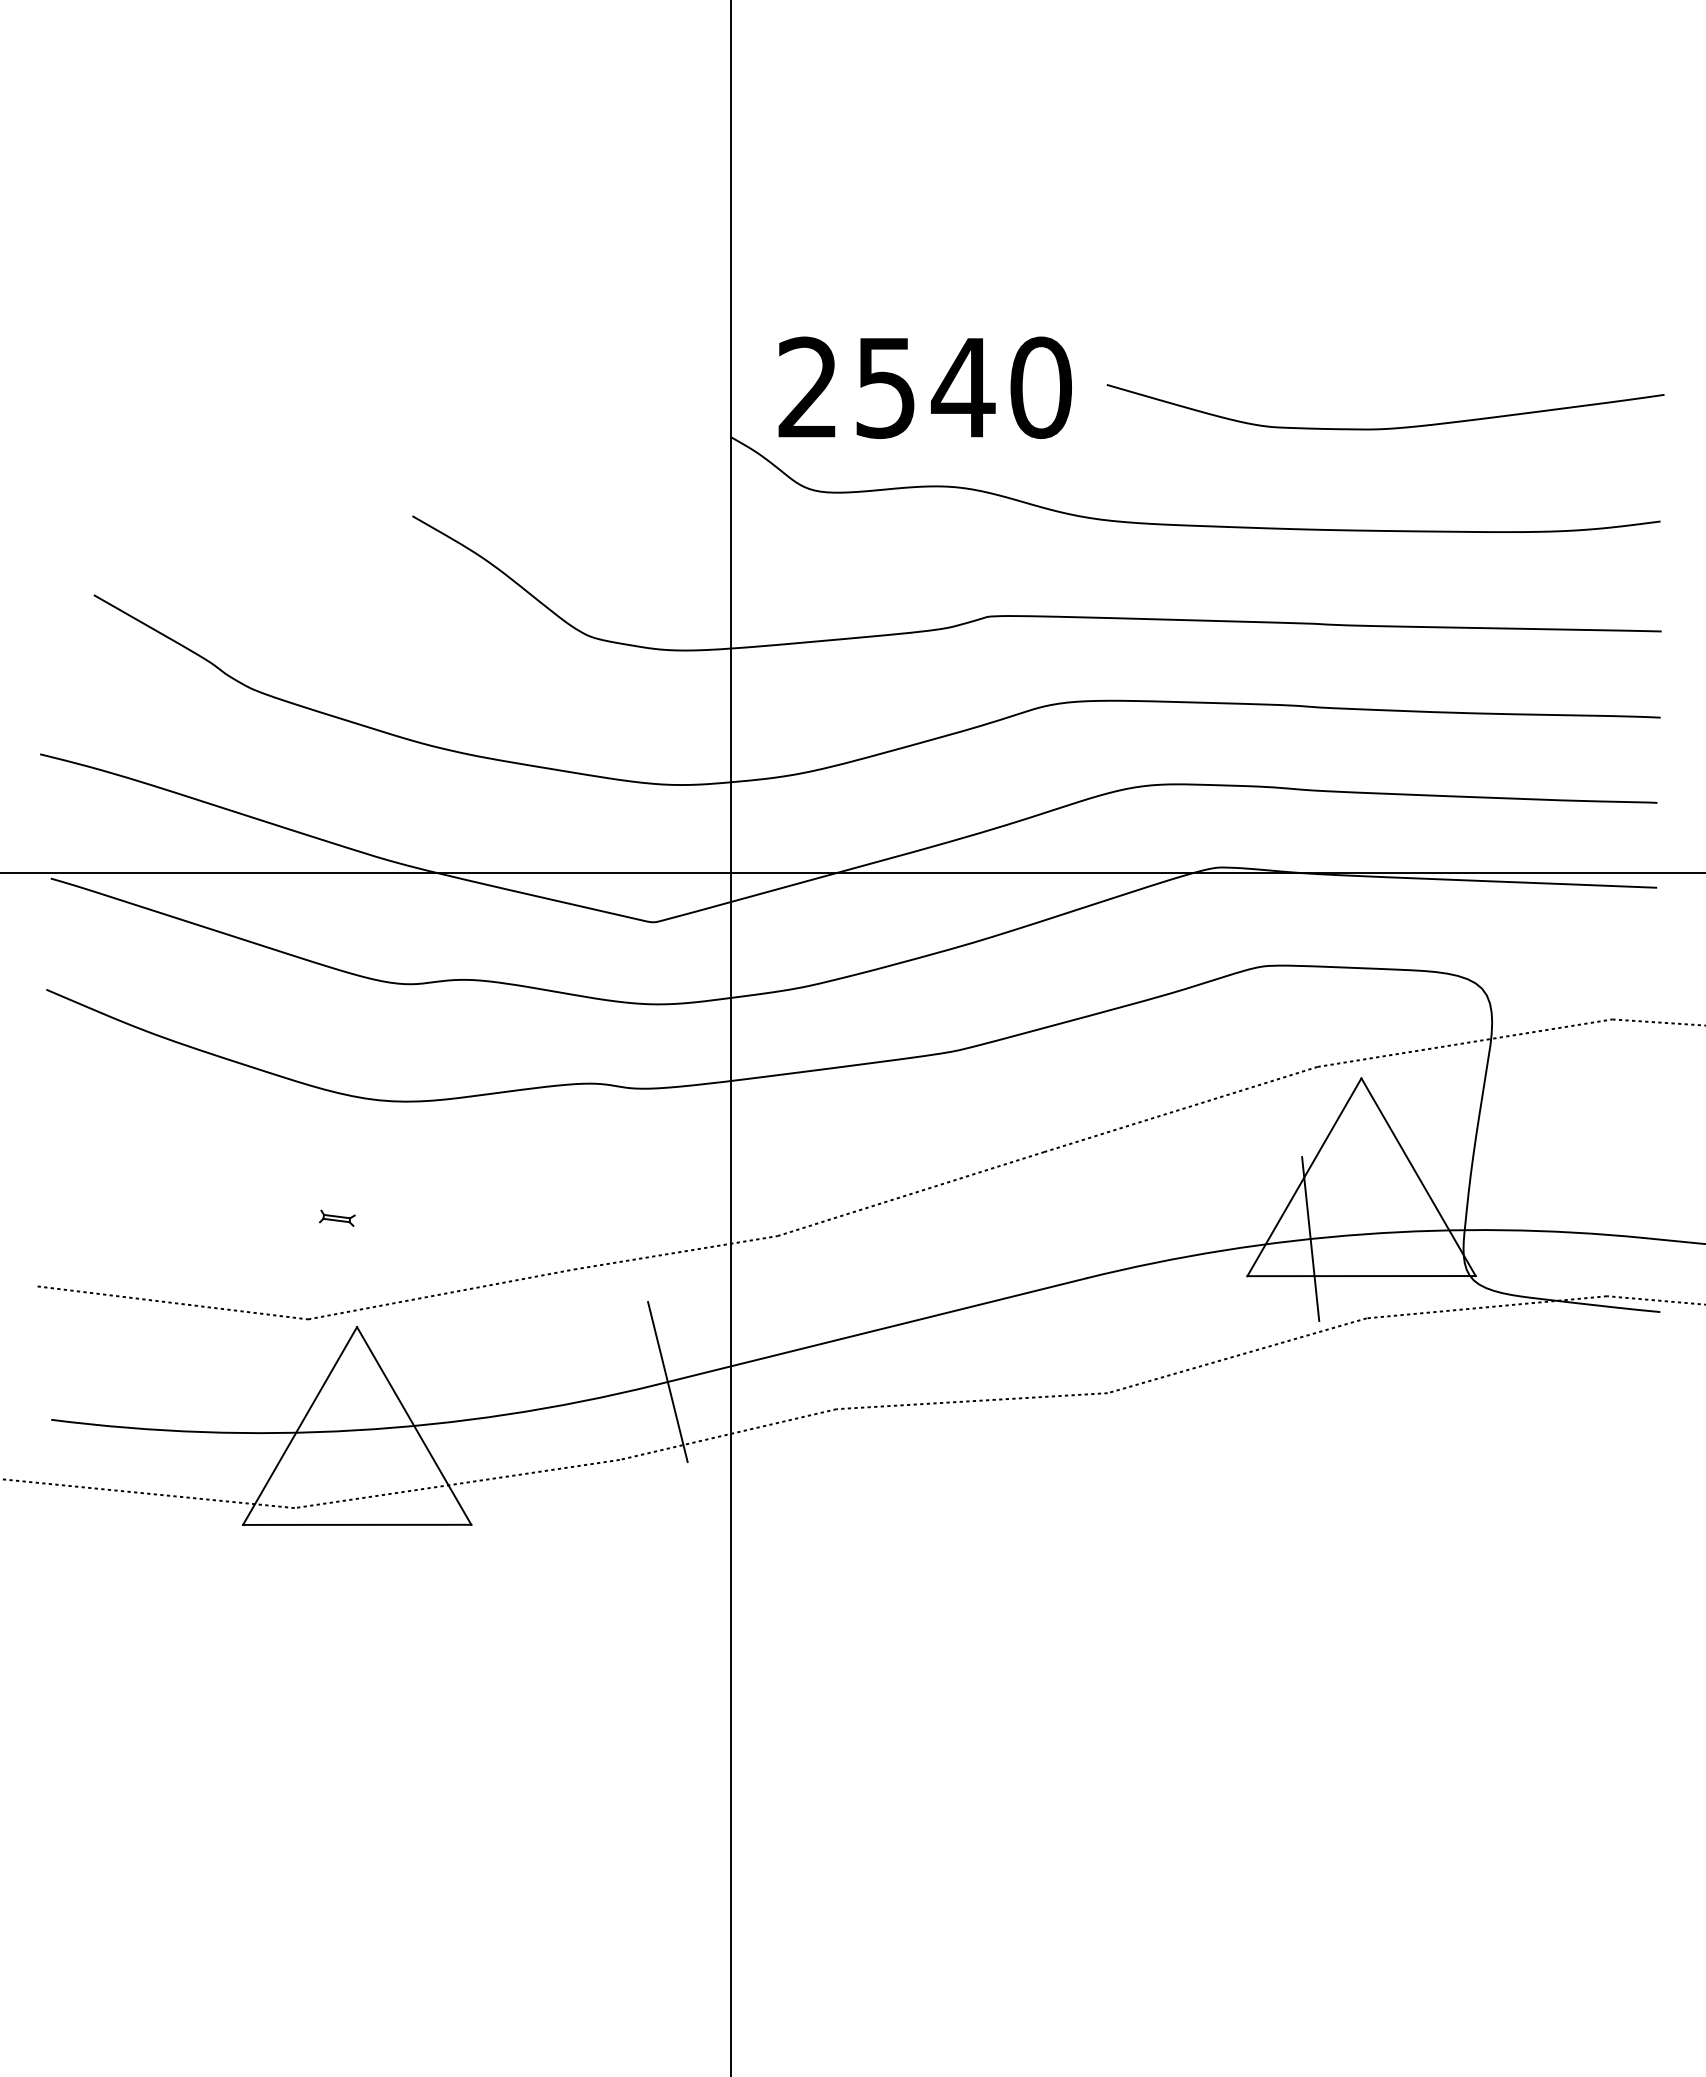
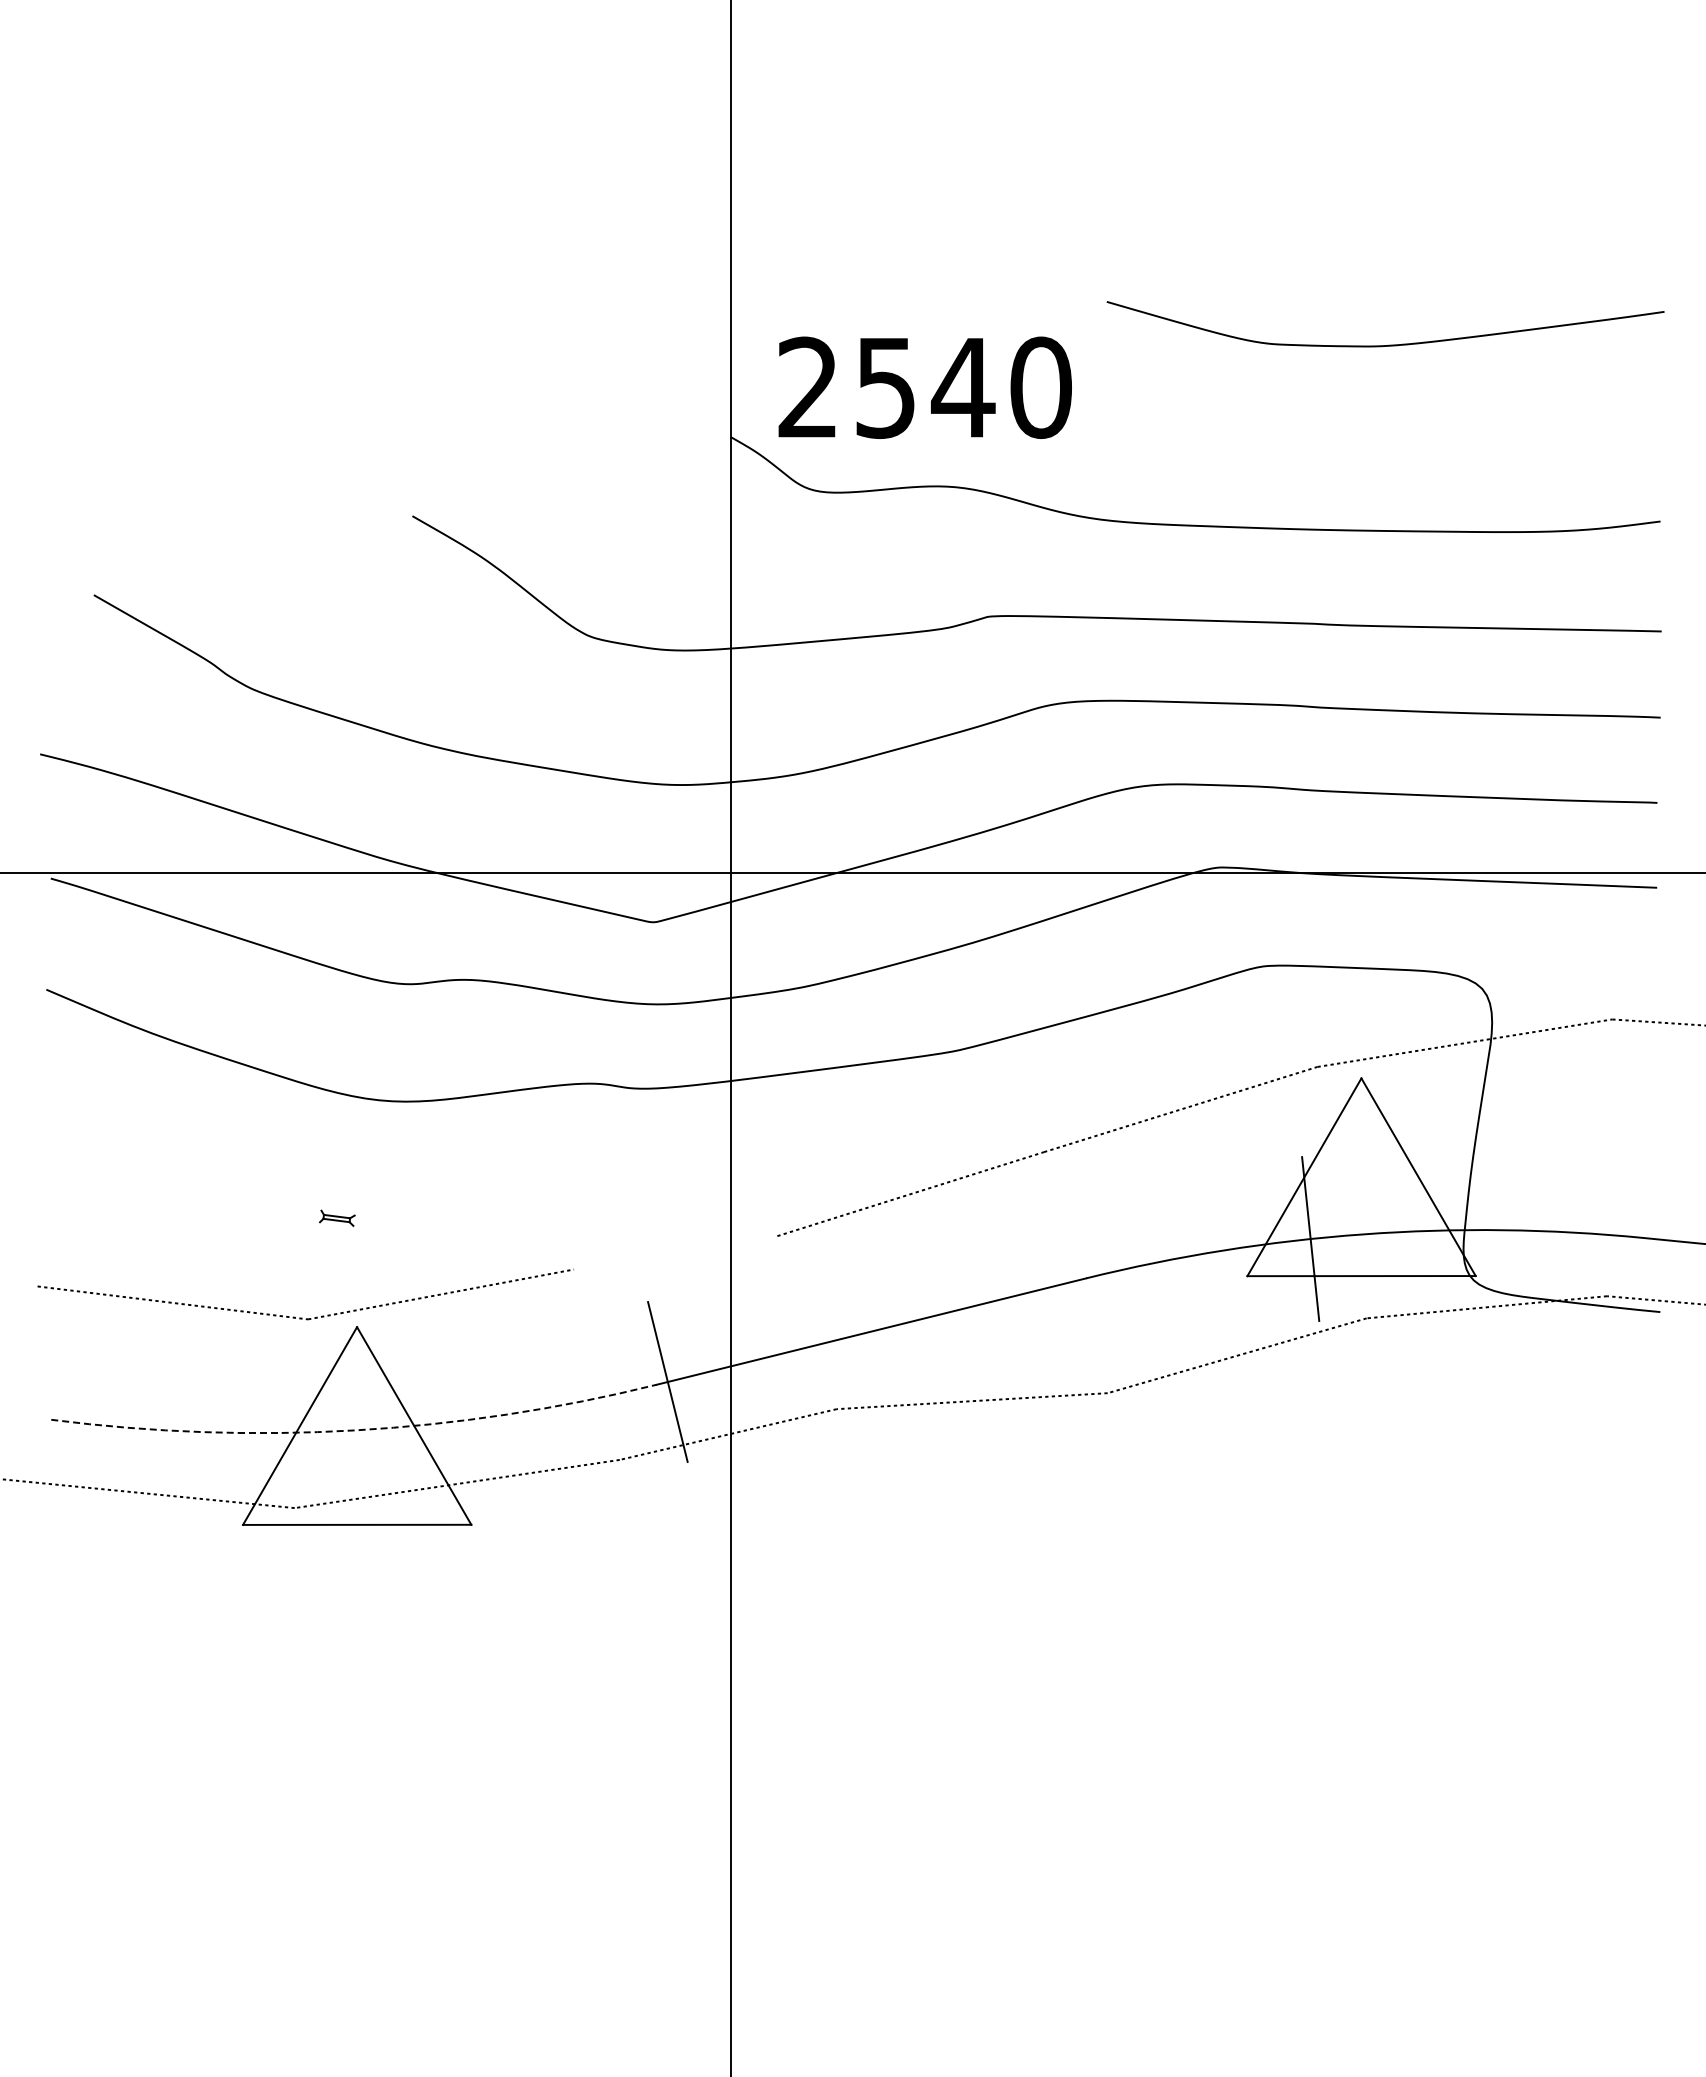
curve at (1388, 427) position: (1388, 427) -> (1388, 344)
line at (675, 1252): present -> none
arc at (355, 1430): solid -> dashed
